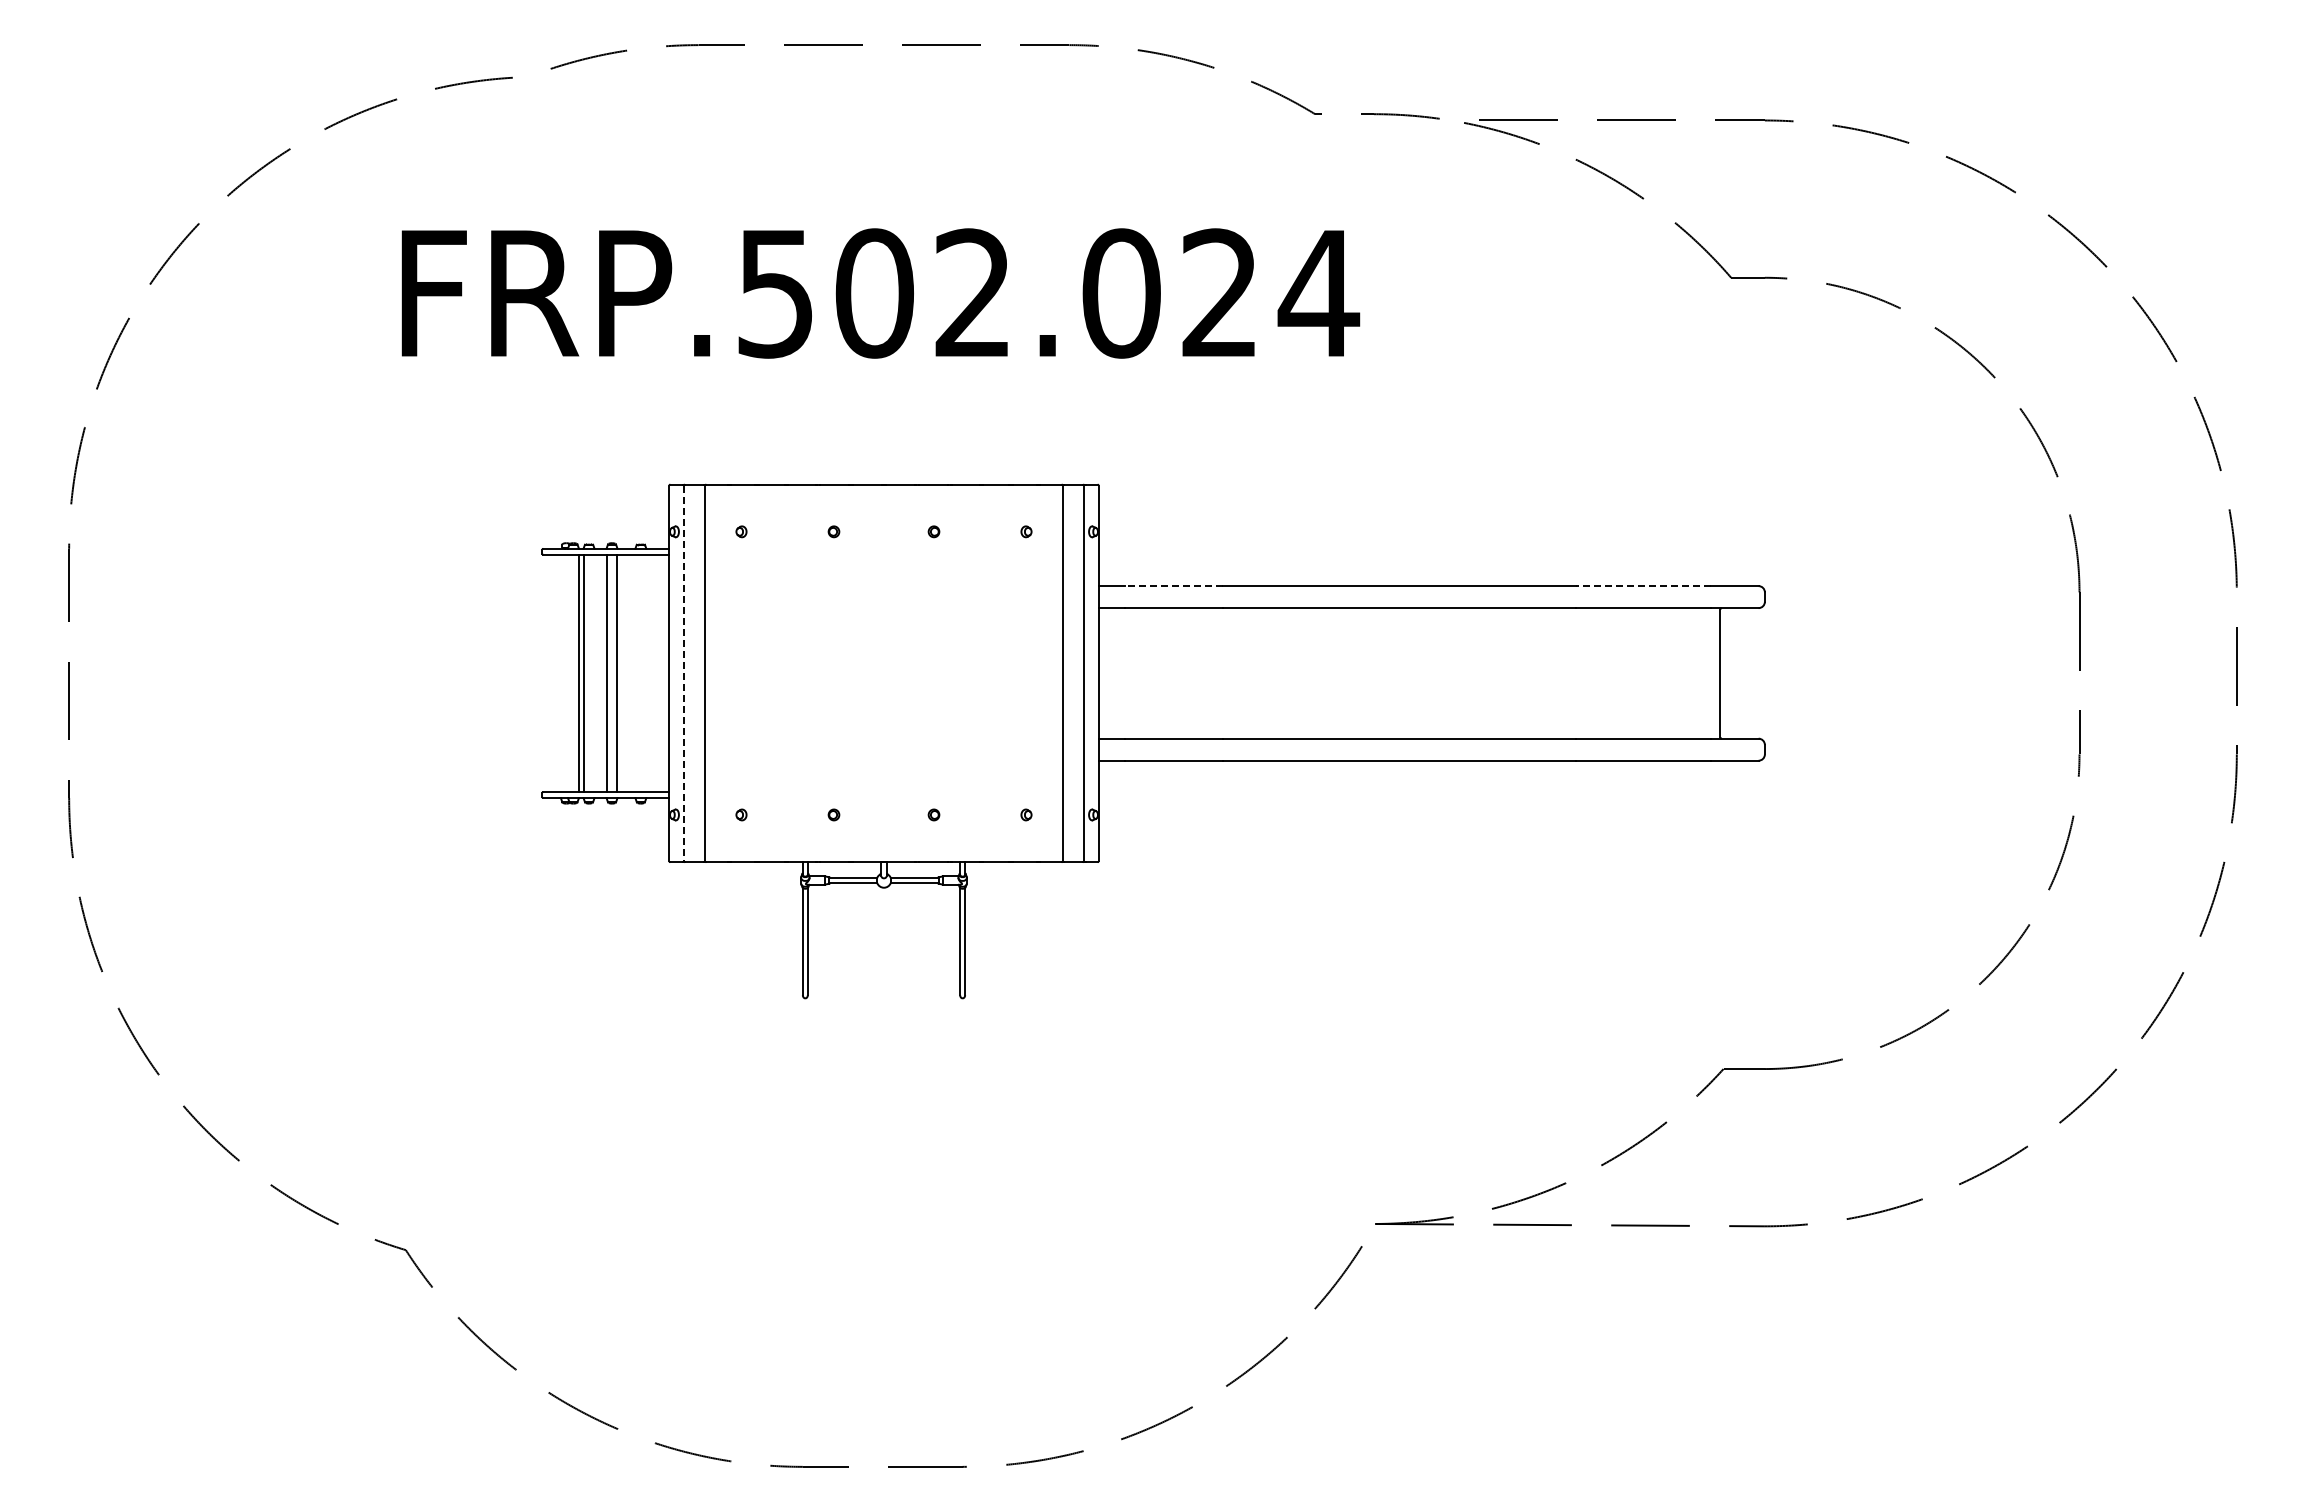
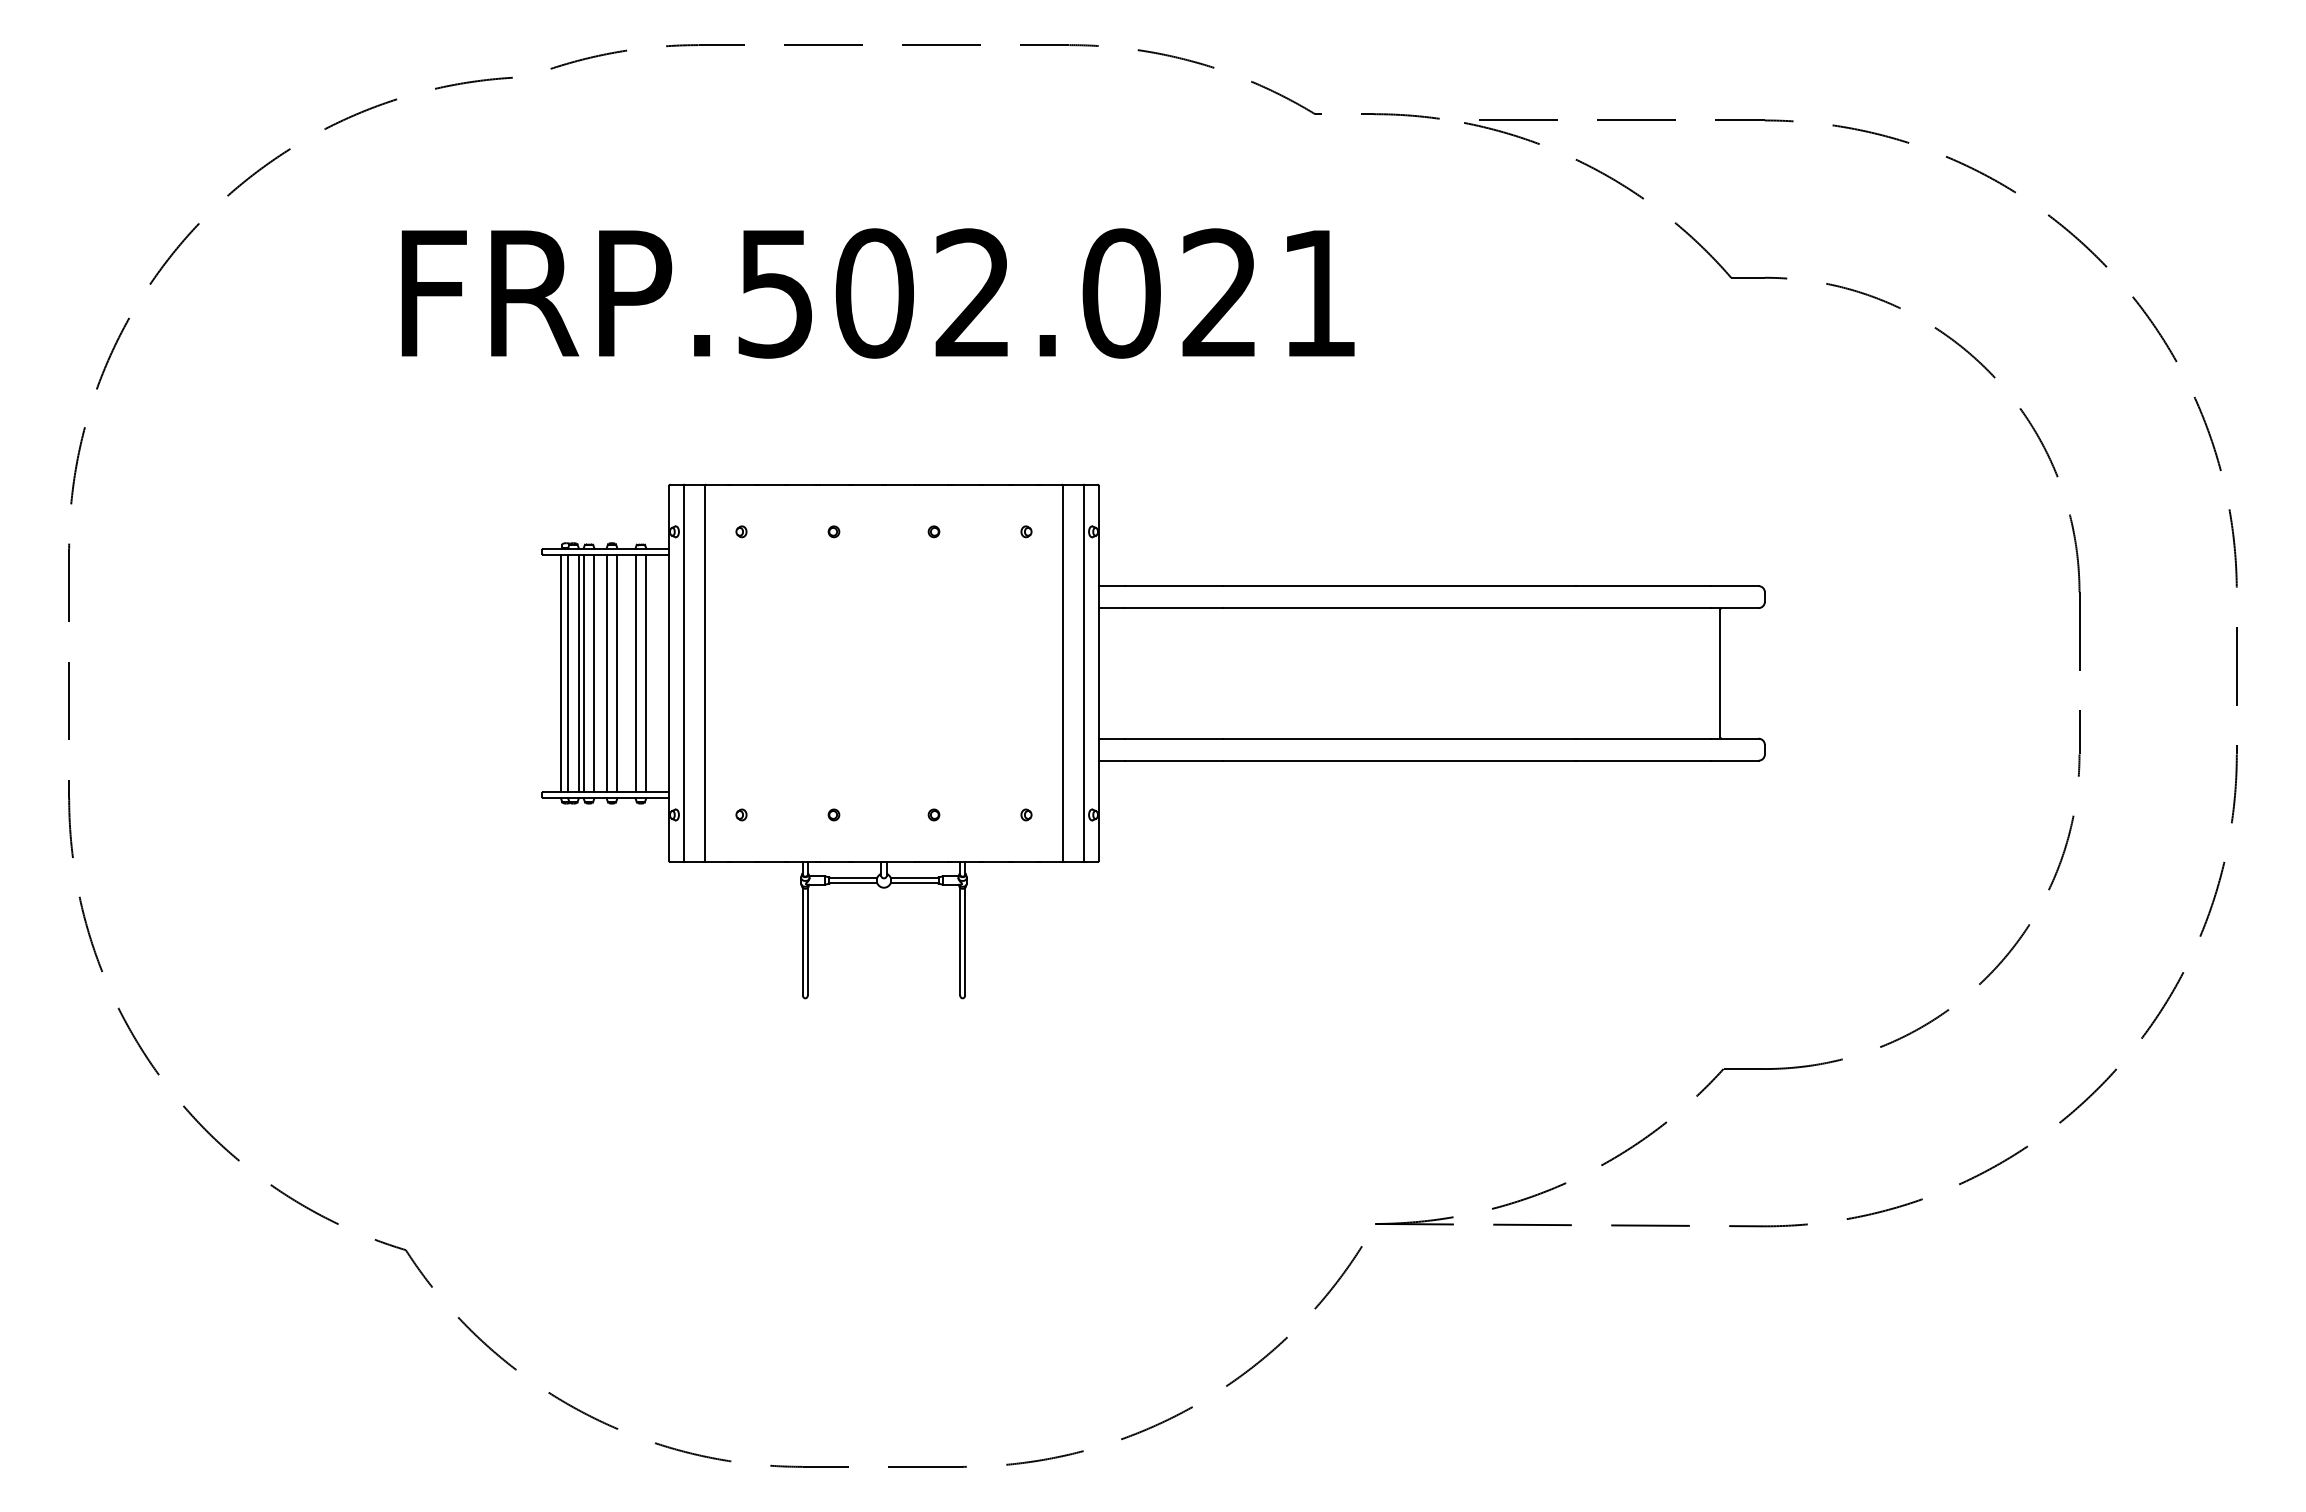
text at (1318, 293): FRP.502.024 -> FRP.502.021
line at (1173, 586): dashed -> solid
line at (1643, 586): dashed -> solid
line at (561, 673): none -> present
line at (568, 673): none -> present
line at (594, 673): none -> present
line at (635, 673): none -> present
line at (645, 673): none -> present
line at (683, 673): dashed -> solid
